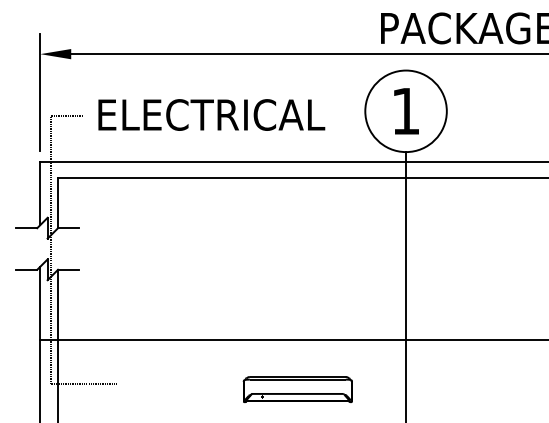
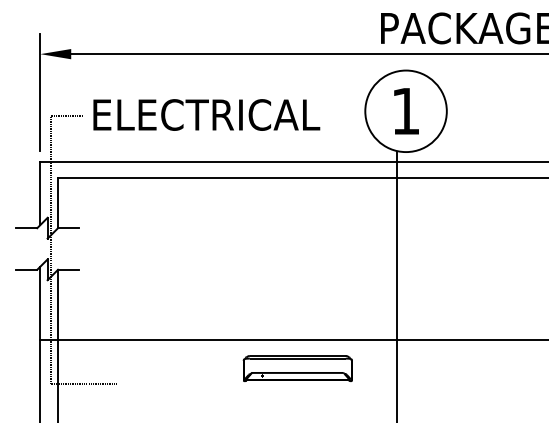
text at (211, 114) position: (211, 114) -> (206, 114)
line at (406, 285) position: (406, 285) -> (397, 285)
part at (297, 389) position: (297, 389) -> (297, 368)
